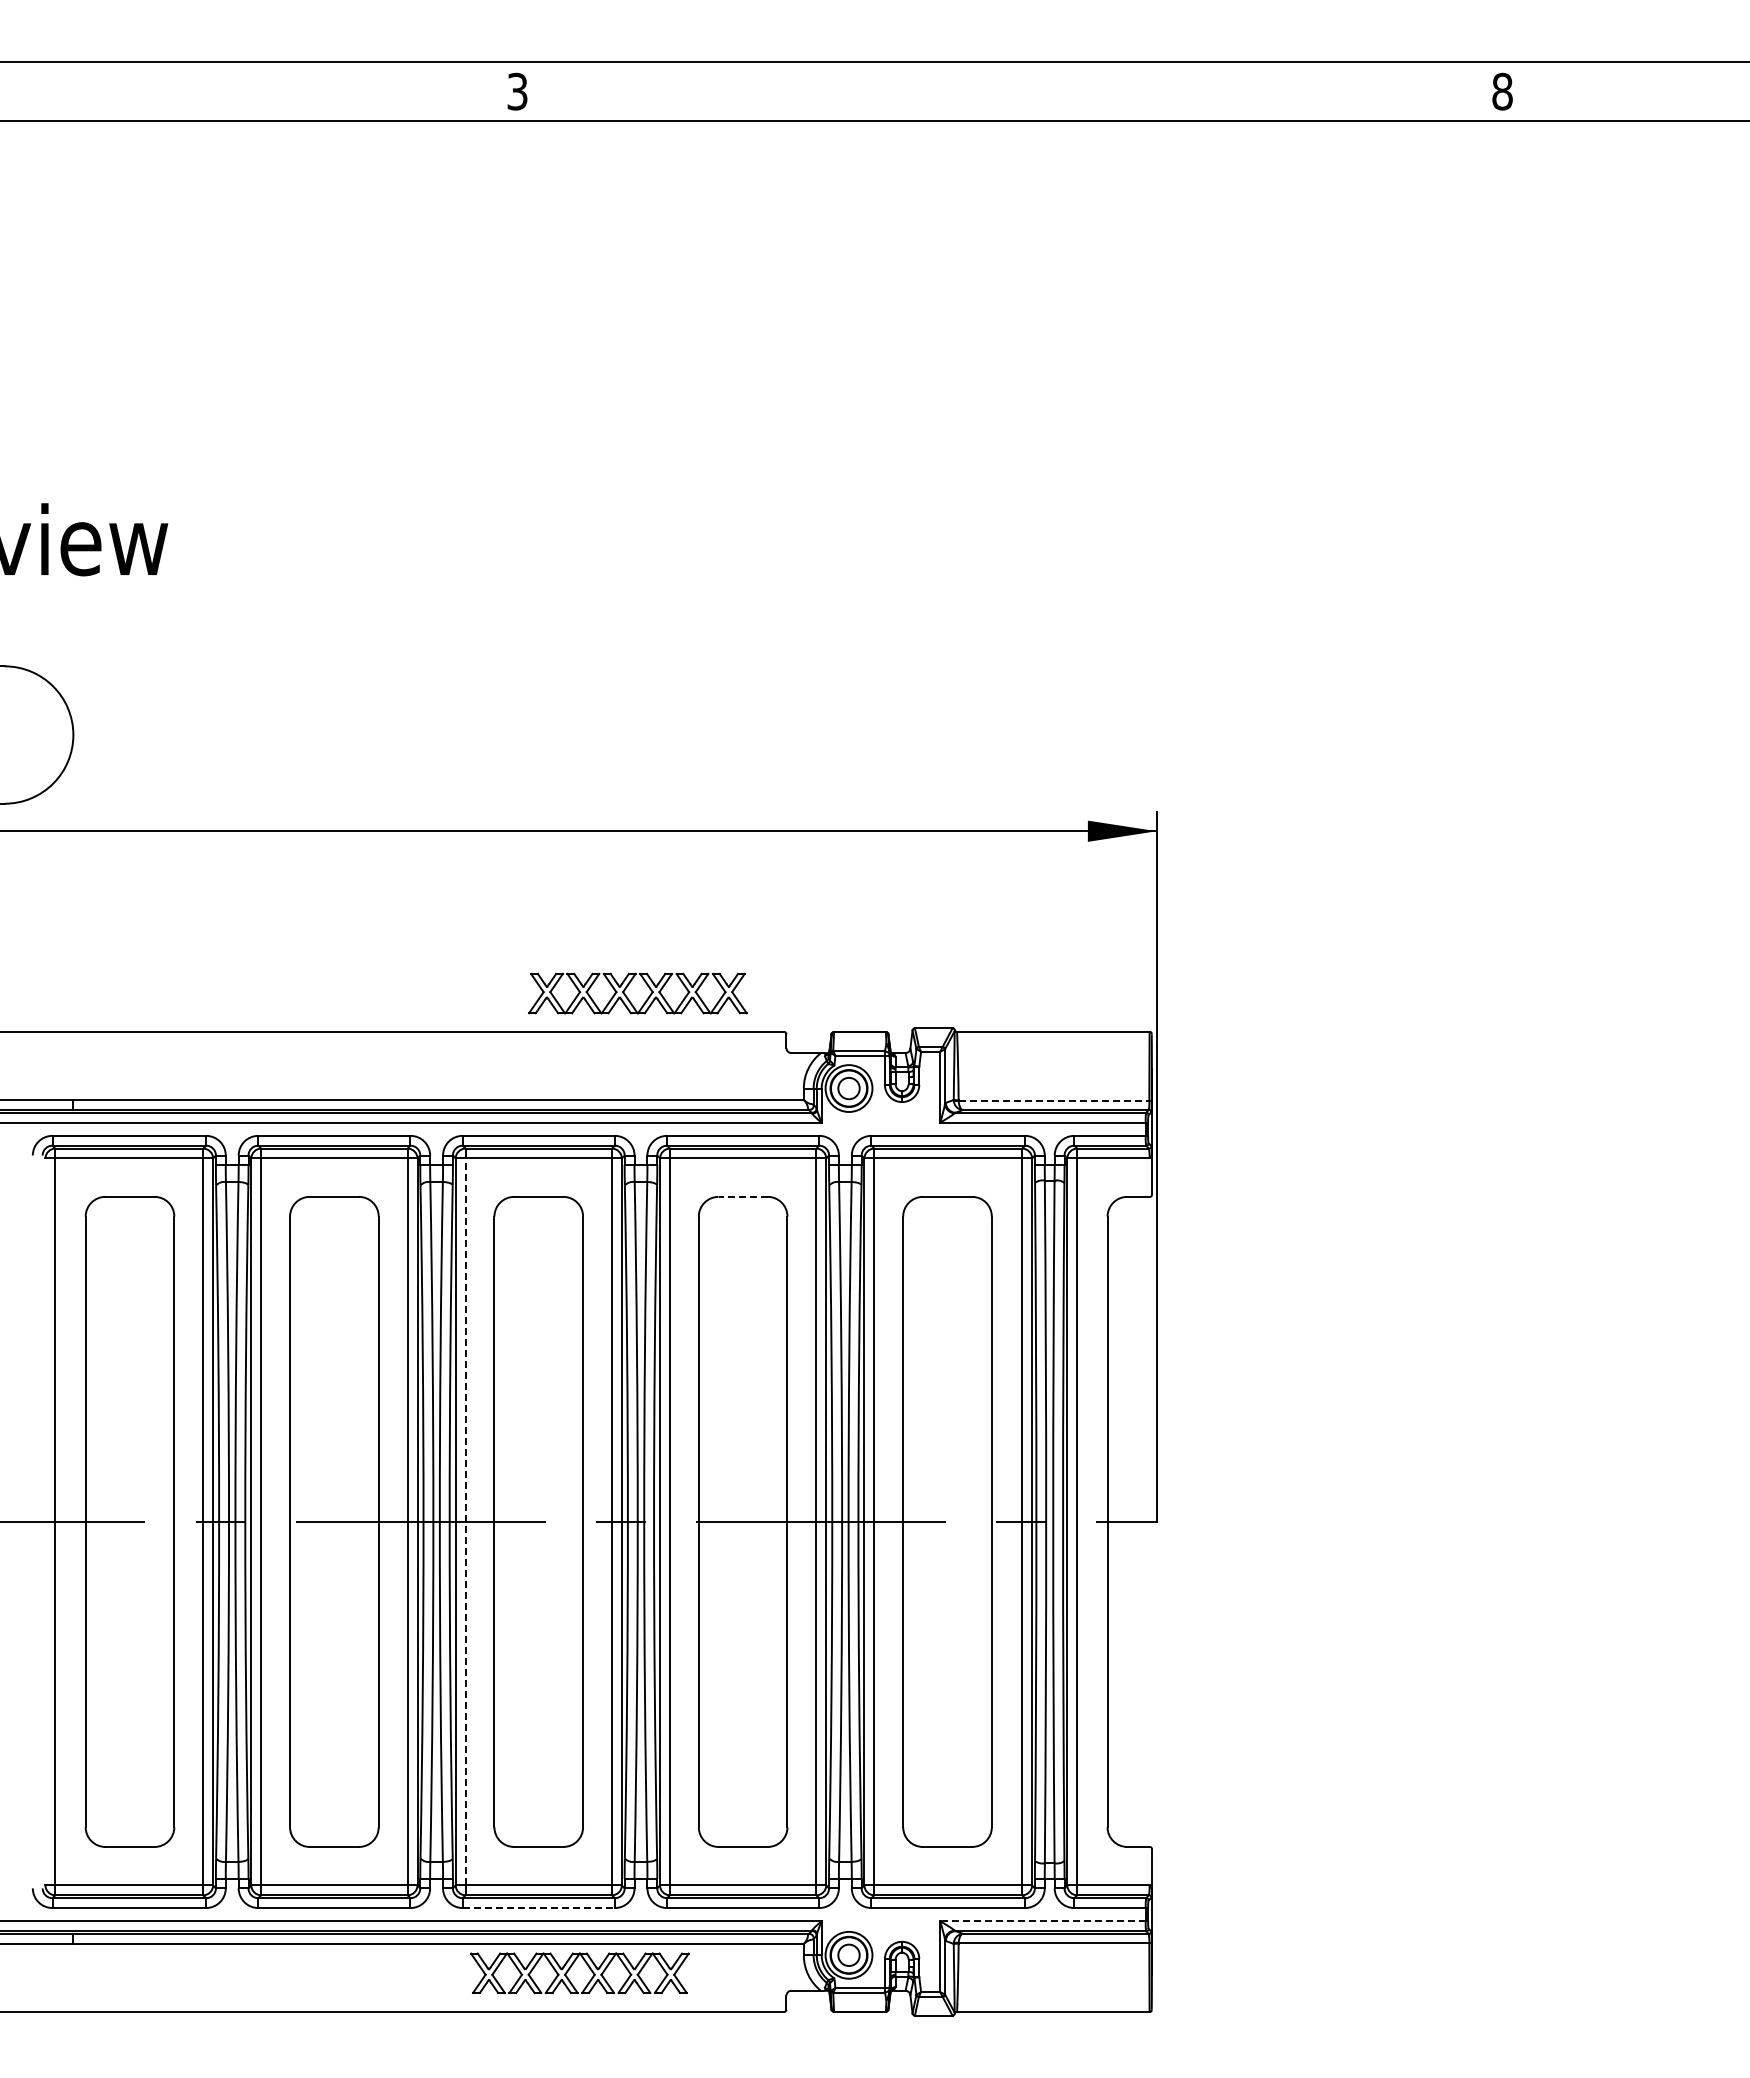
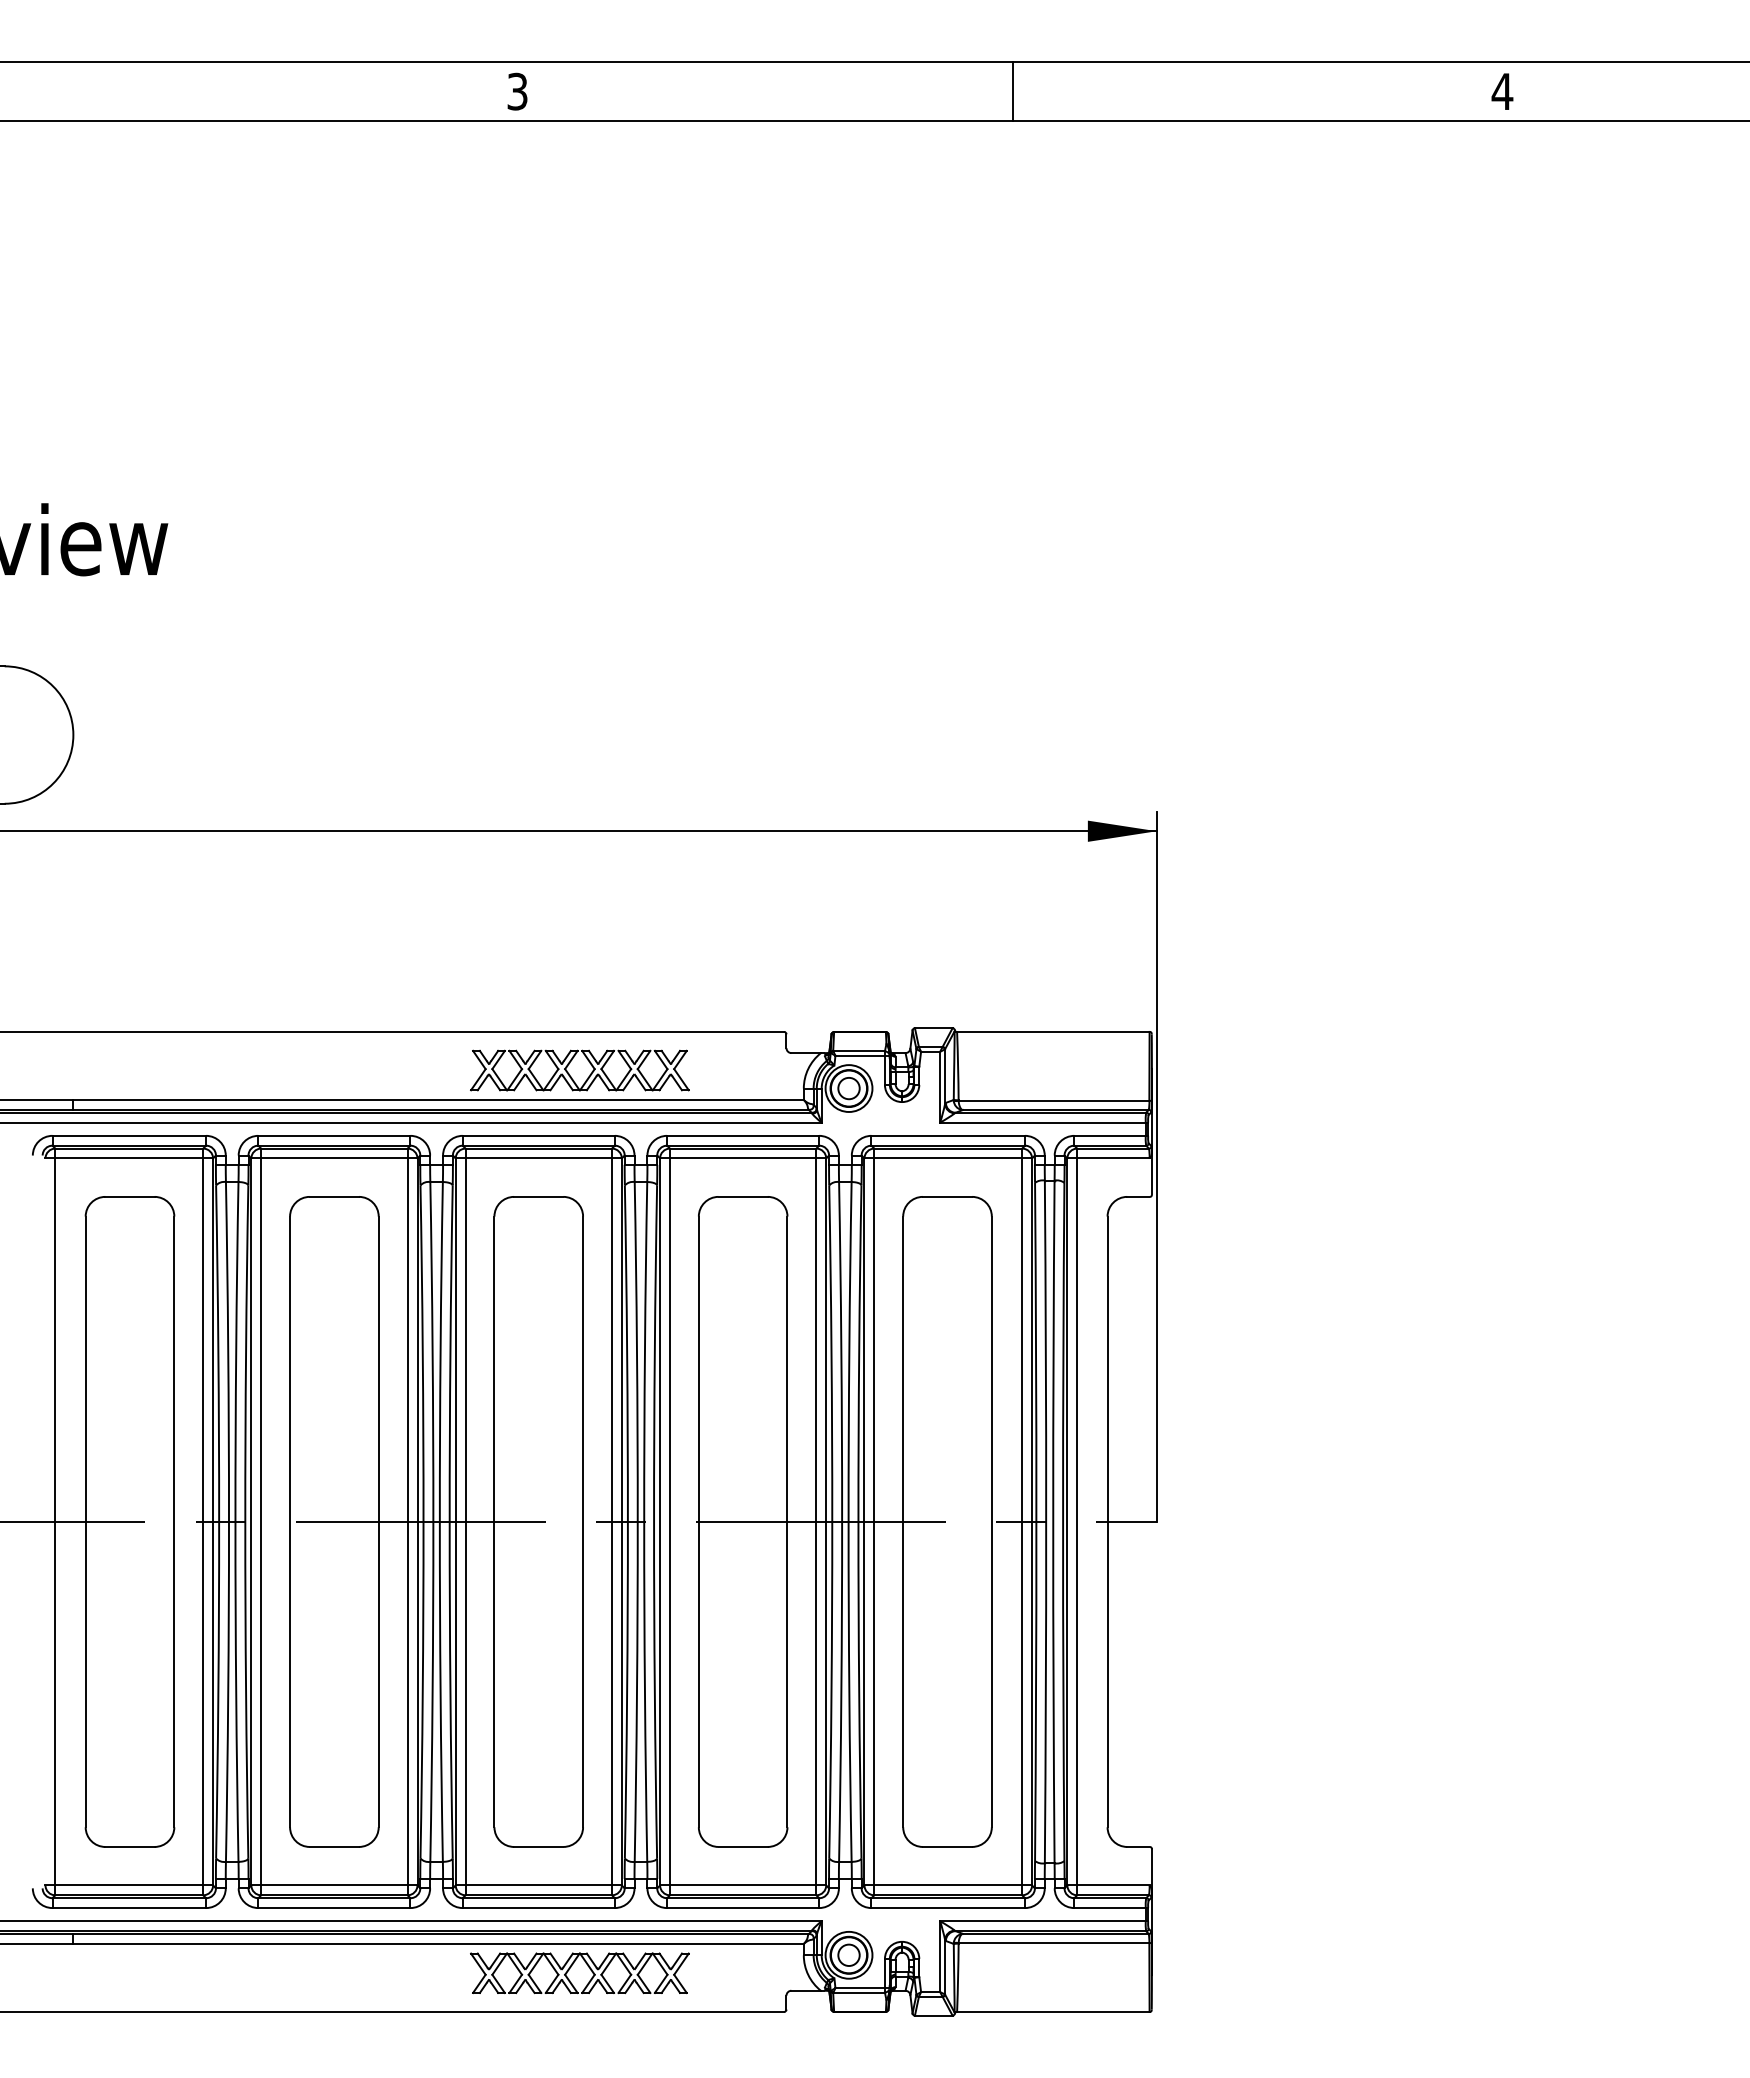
line at (1012, 91): none -> present
text at (1502, 91): 8 -> 4
part at (629, 999) position: (629, 999) -> (571, 1076)
line at (1054, 1100): dashed -> solid
line at (743, 1196): dashed -> solid
line at (465, 1521): dashed -> solid
line at (539, 1908): dashed -> solid
line at (1042, 1921): dashed -> solid
